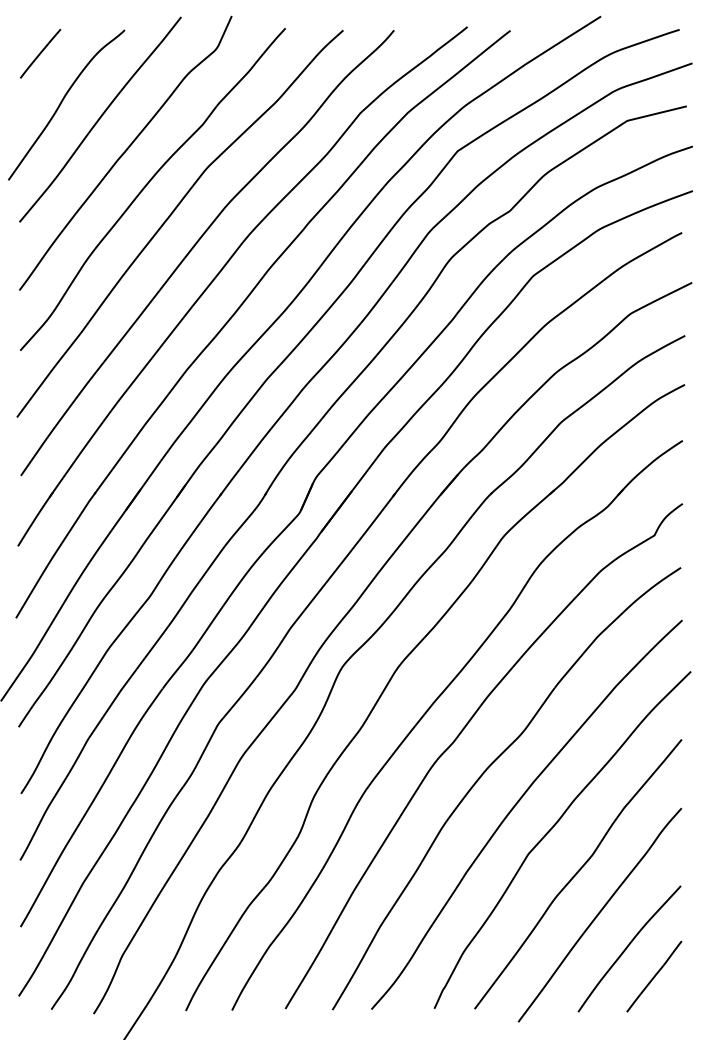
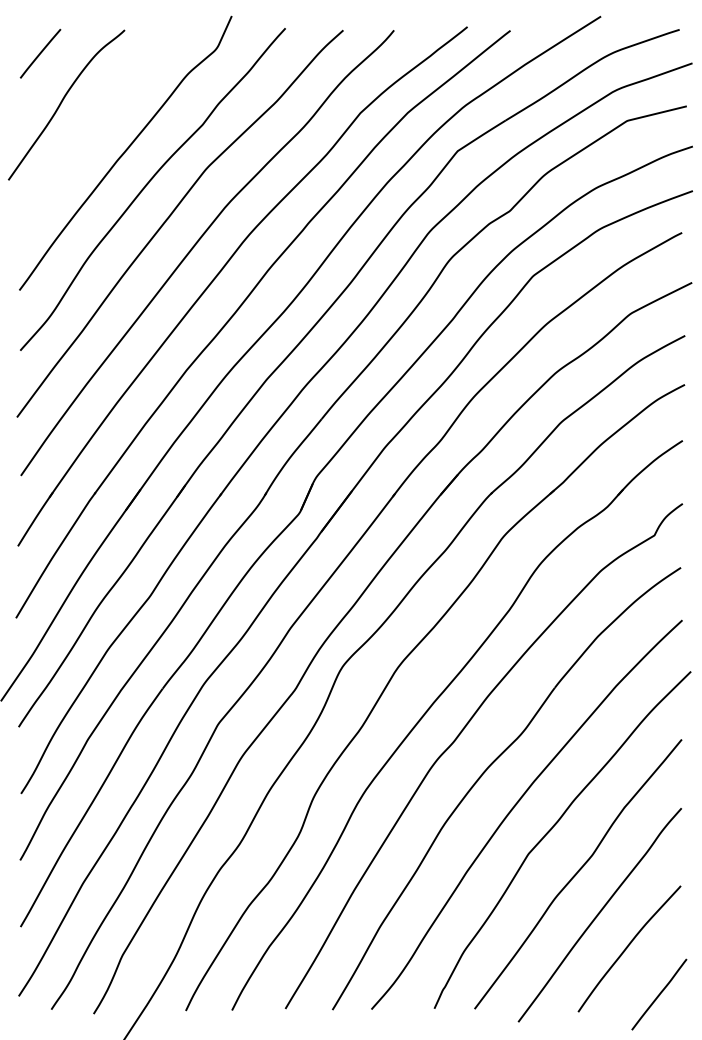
curve at (100, 119): present -> none
line at (654, 976) position: (654, 976) -> (659, 994)
